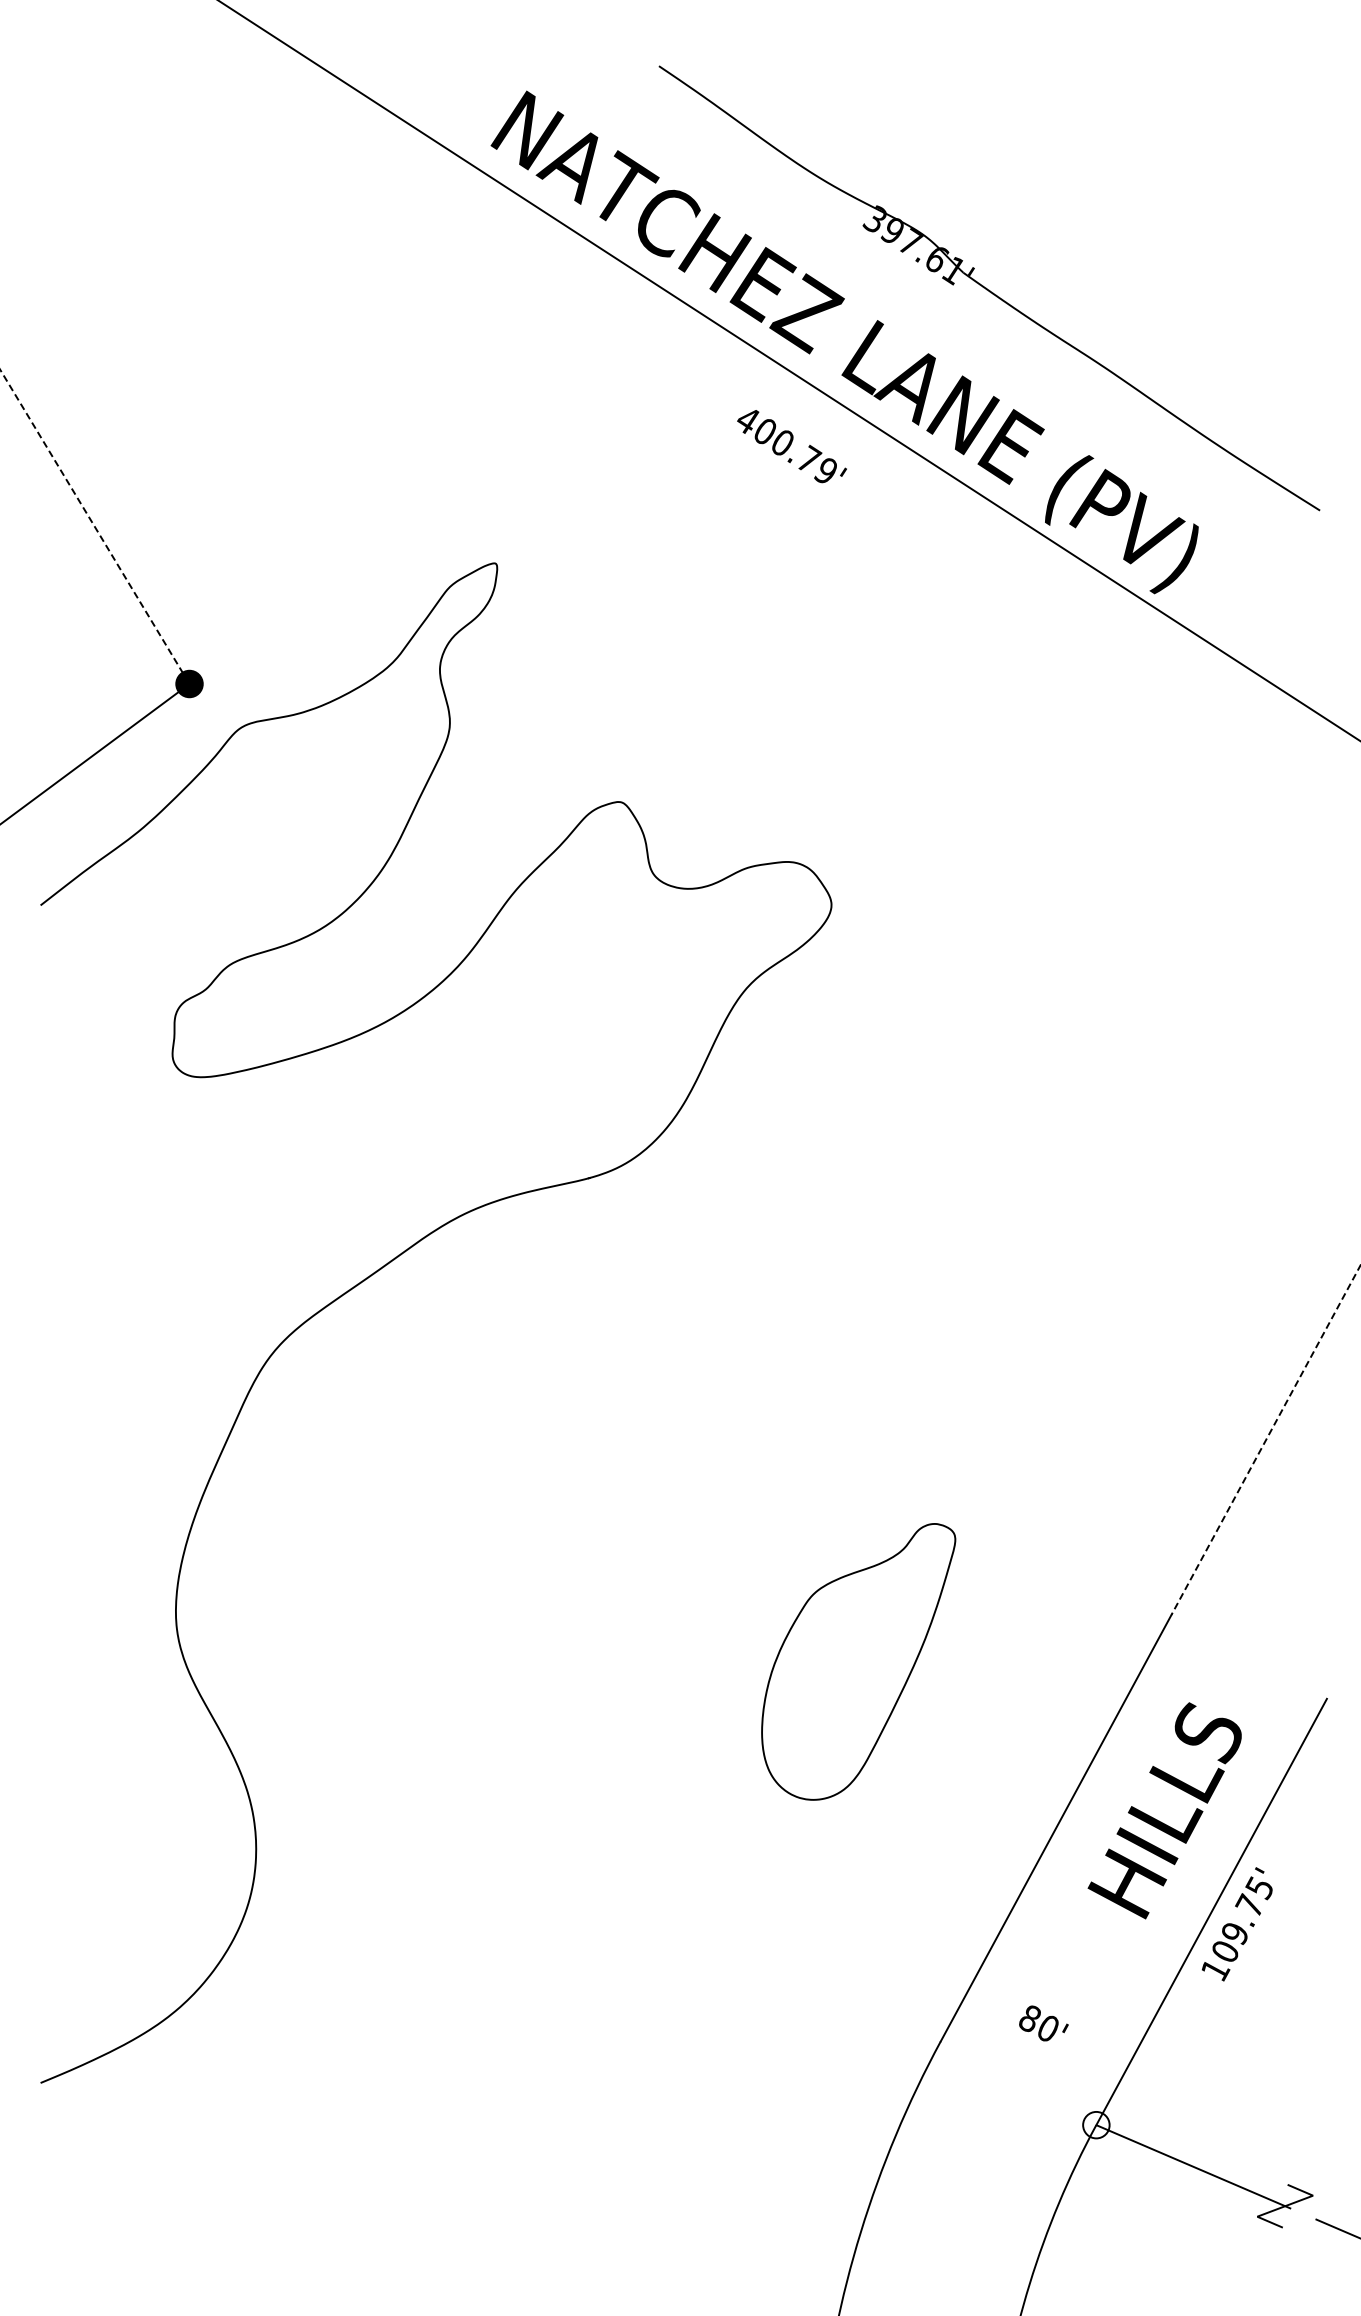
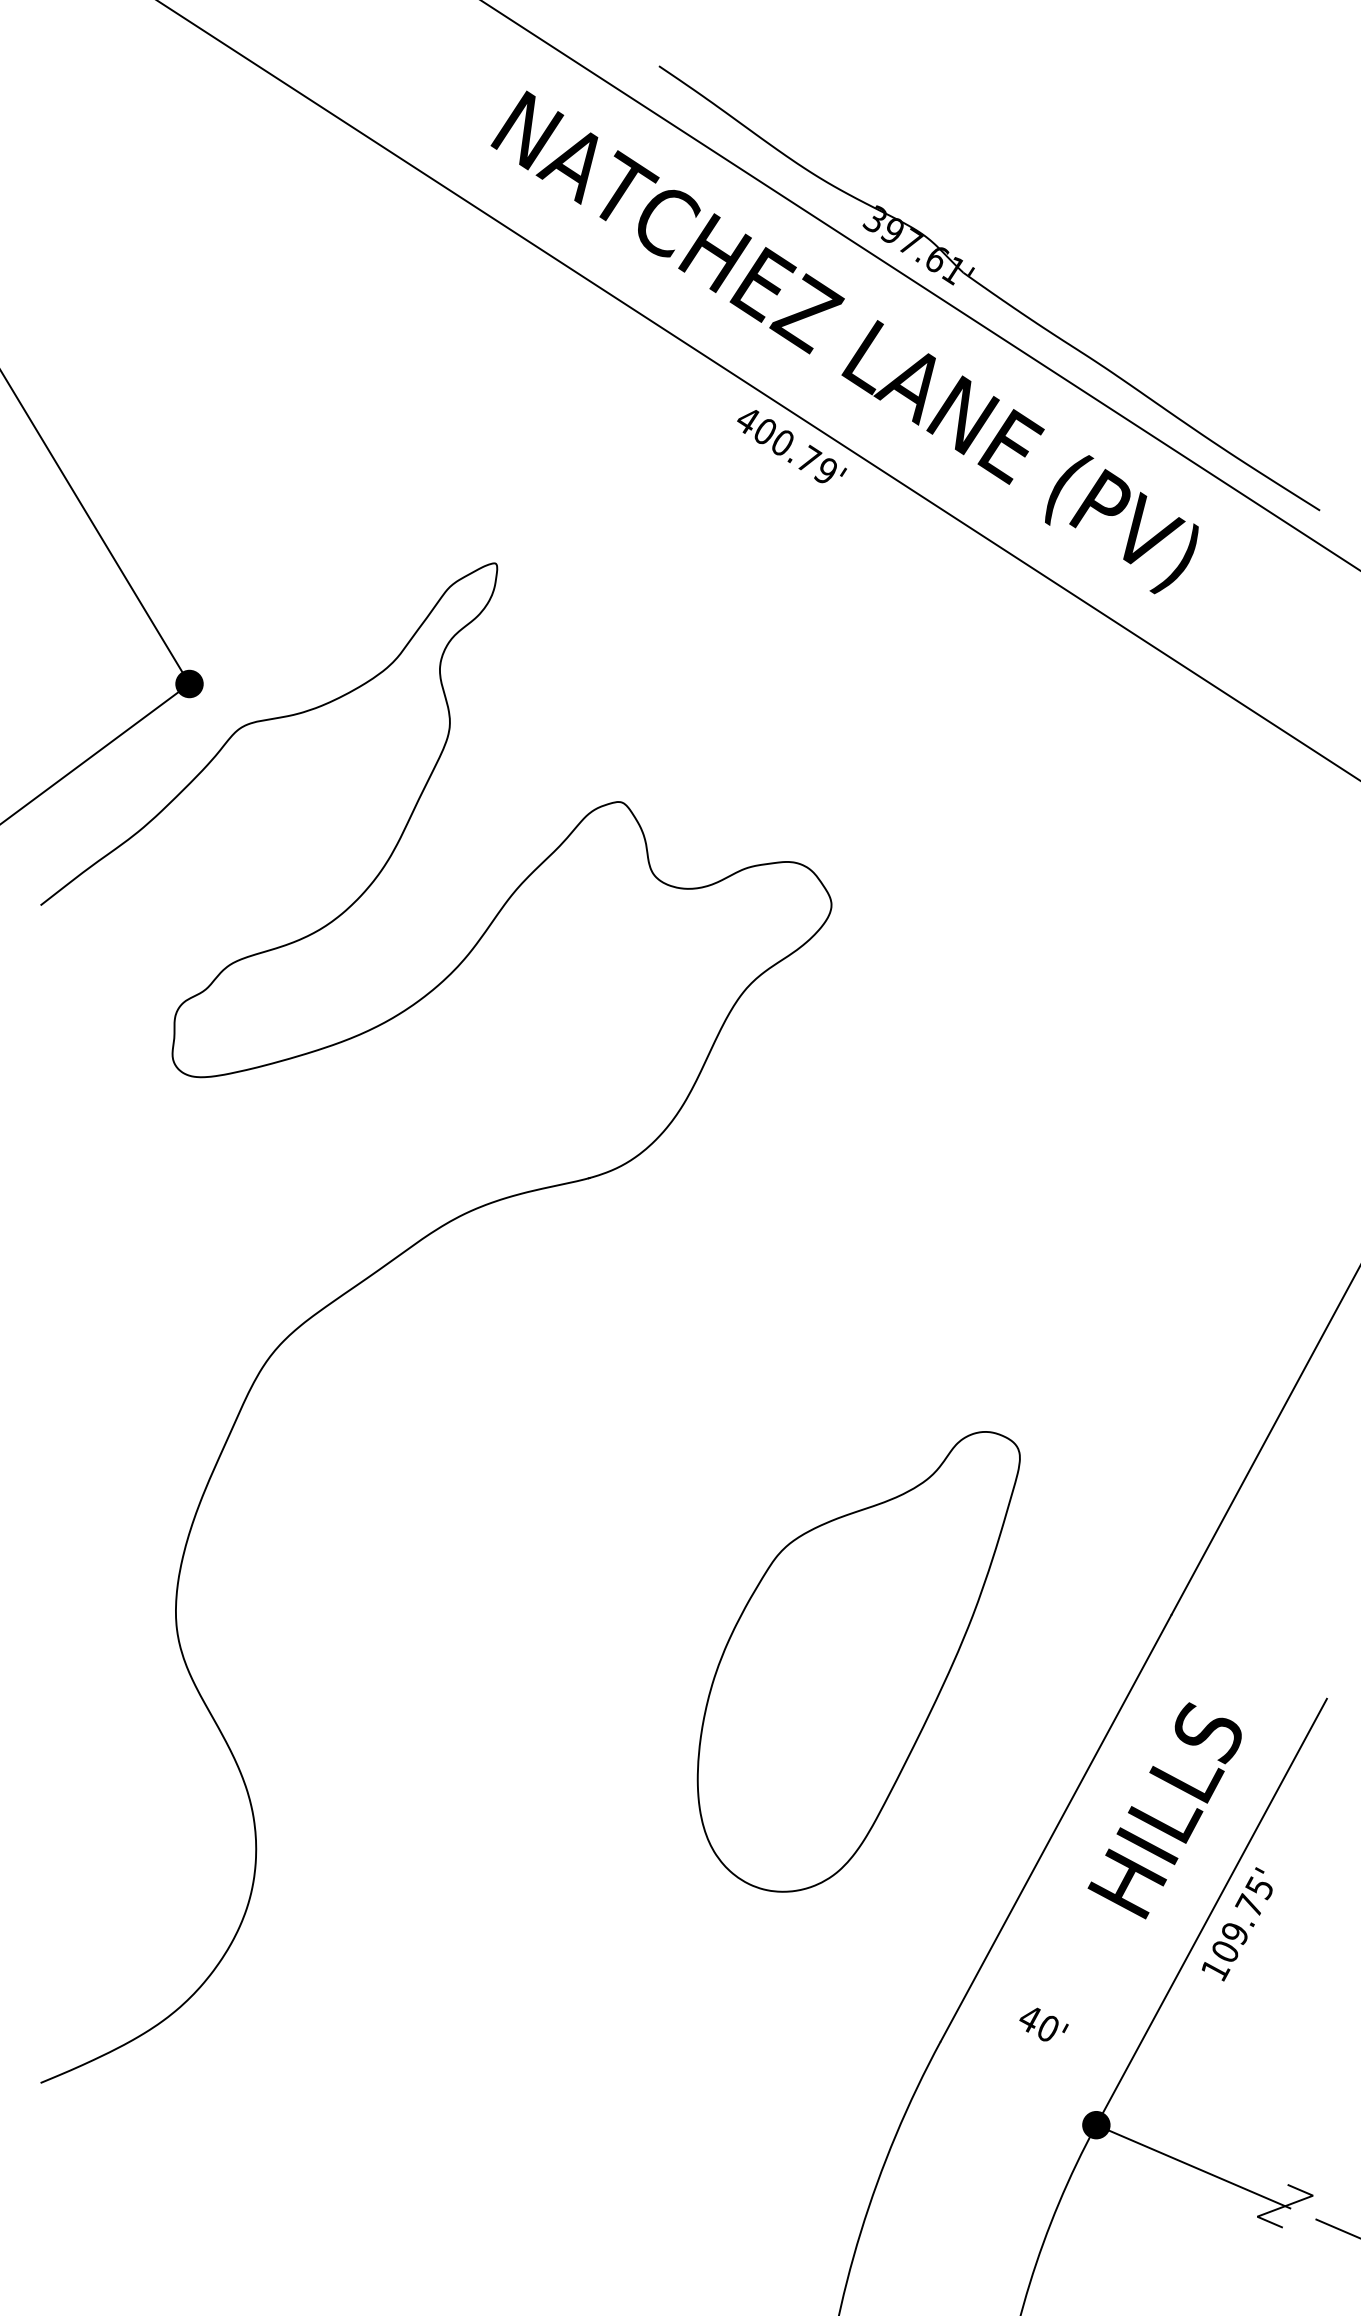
line at (920, 285): none -> present
line at (788, 370) position: (788, 370) -> (758, 390)
line at (95, 527): dashed -> solid
line at (1266, 1440): dashed -> solid
part at (858, 1661) size: 196x278 px -> 325x462 px
text at (1029, 2018): 80' -> 40'
fill at (1096, 2124): none -> present
